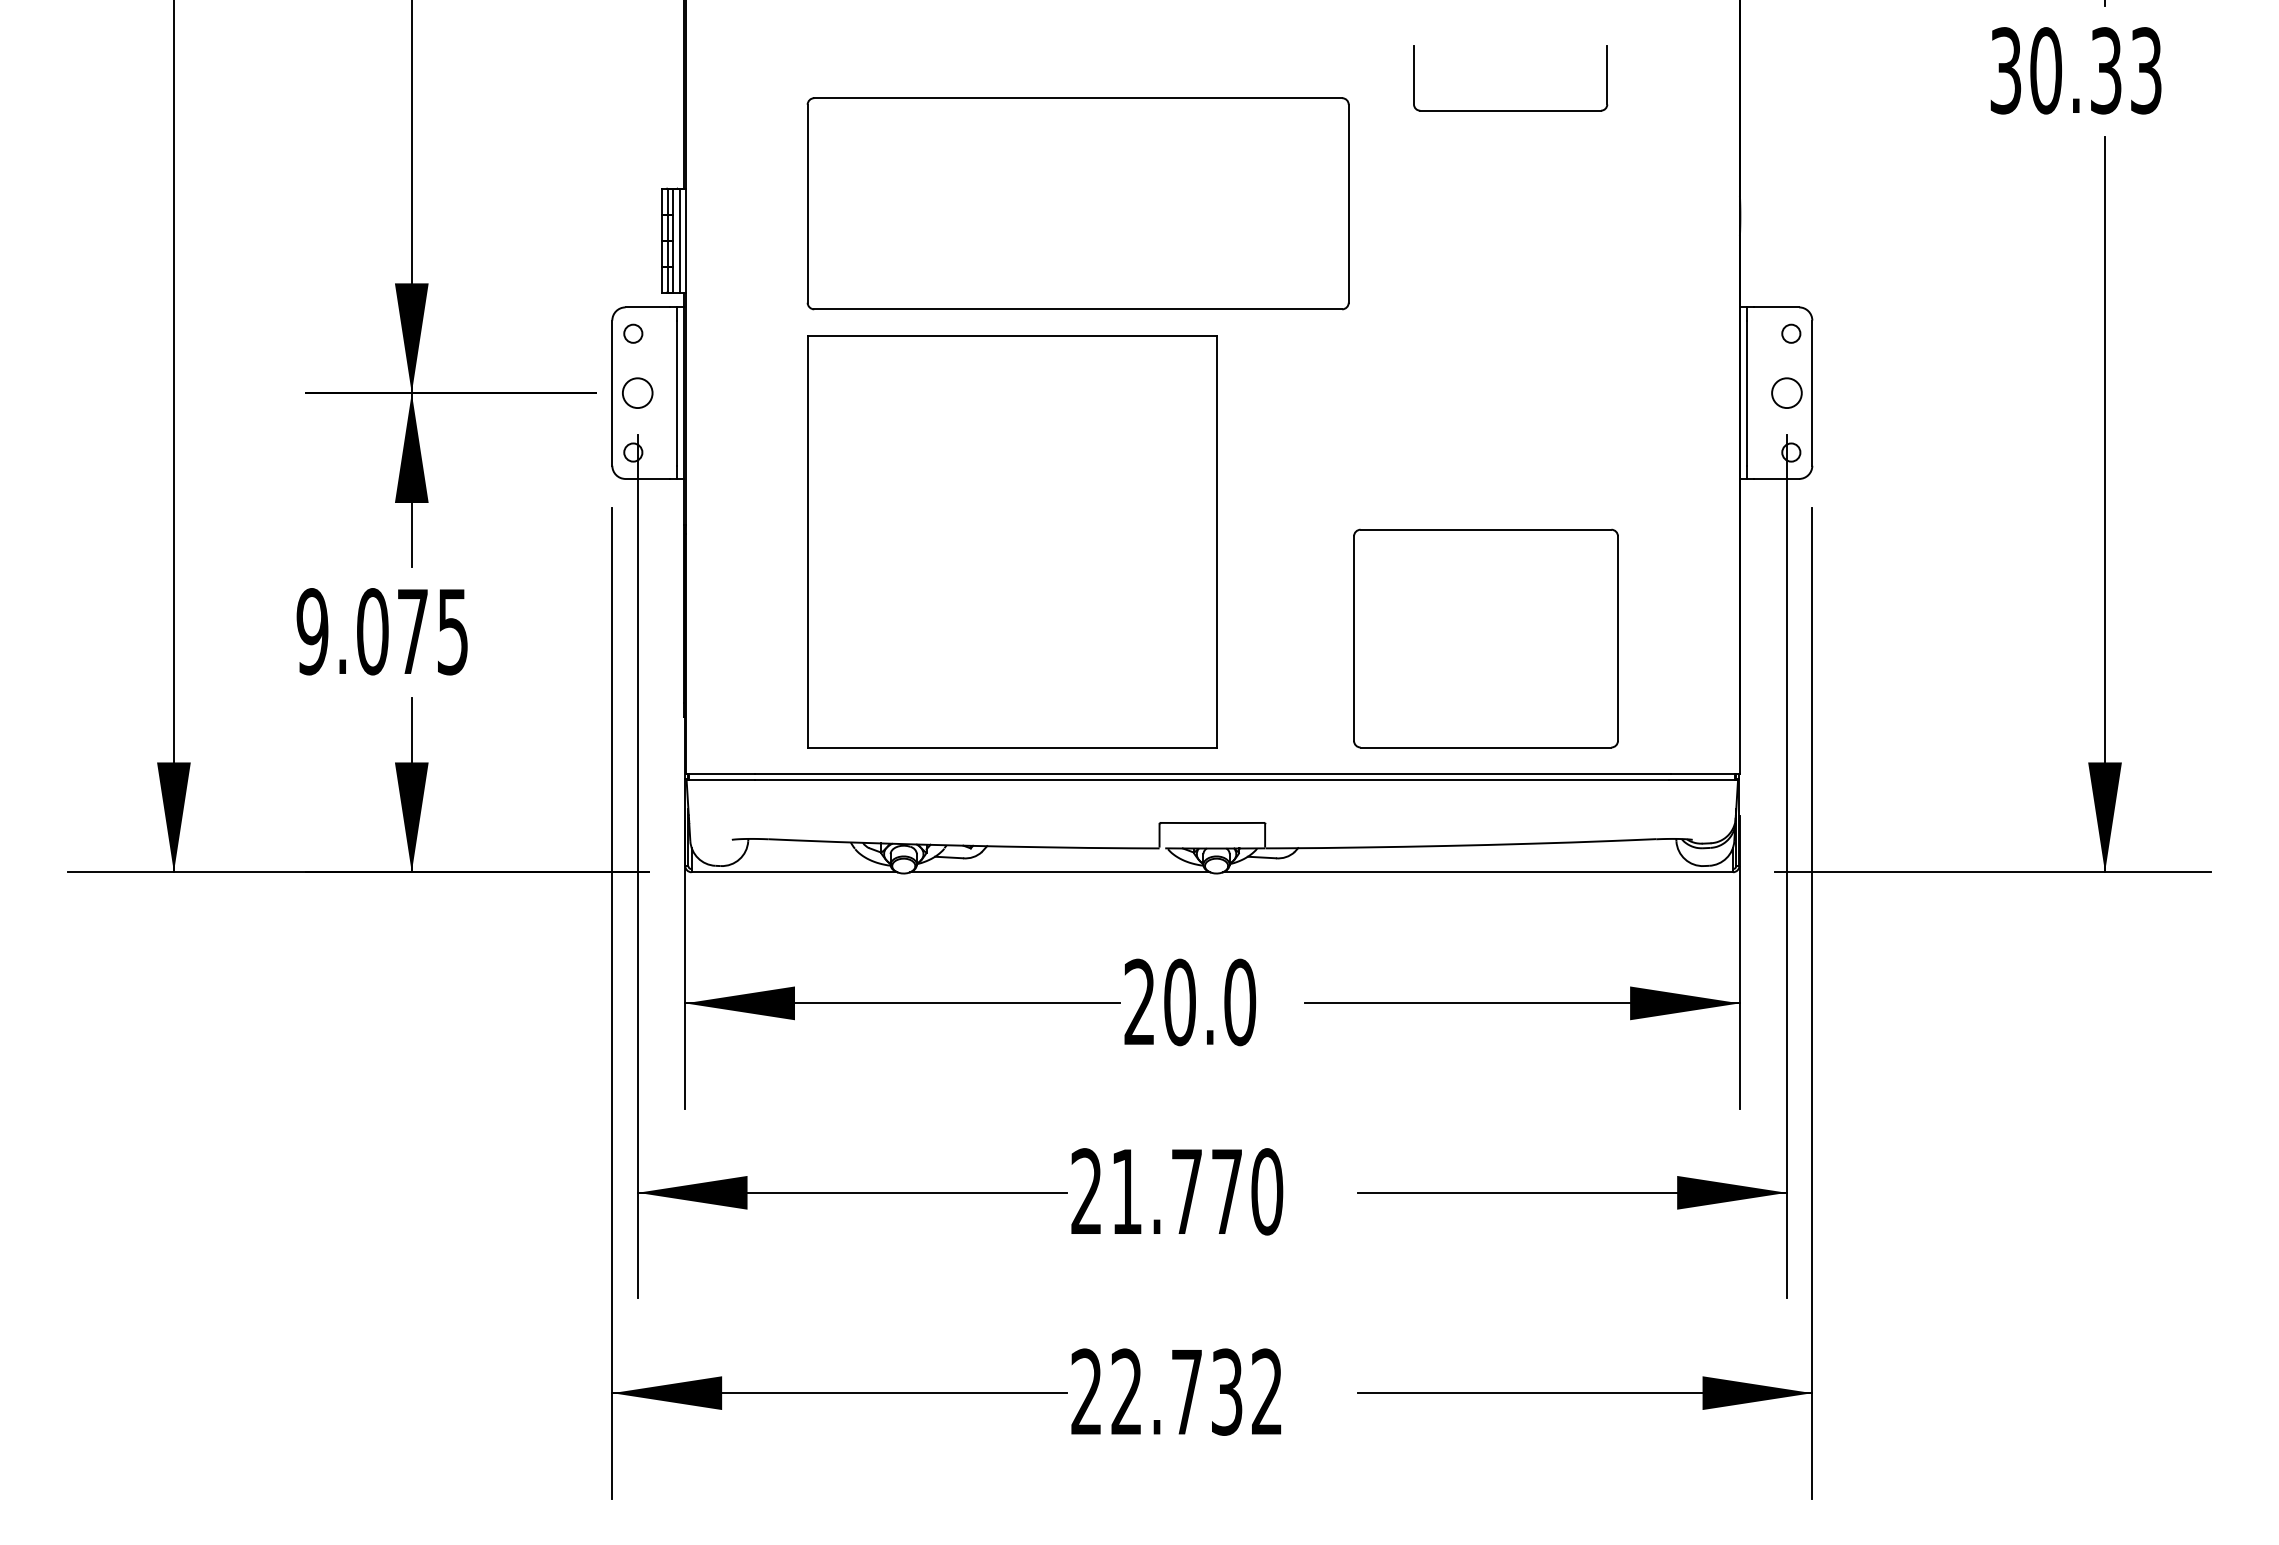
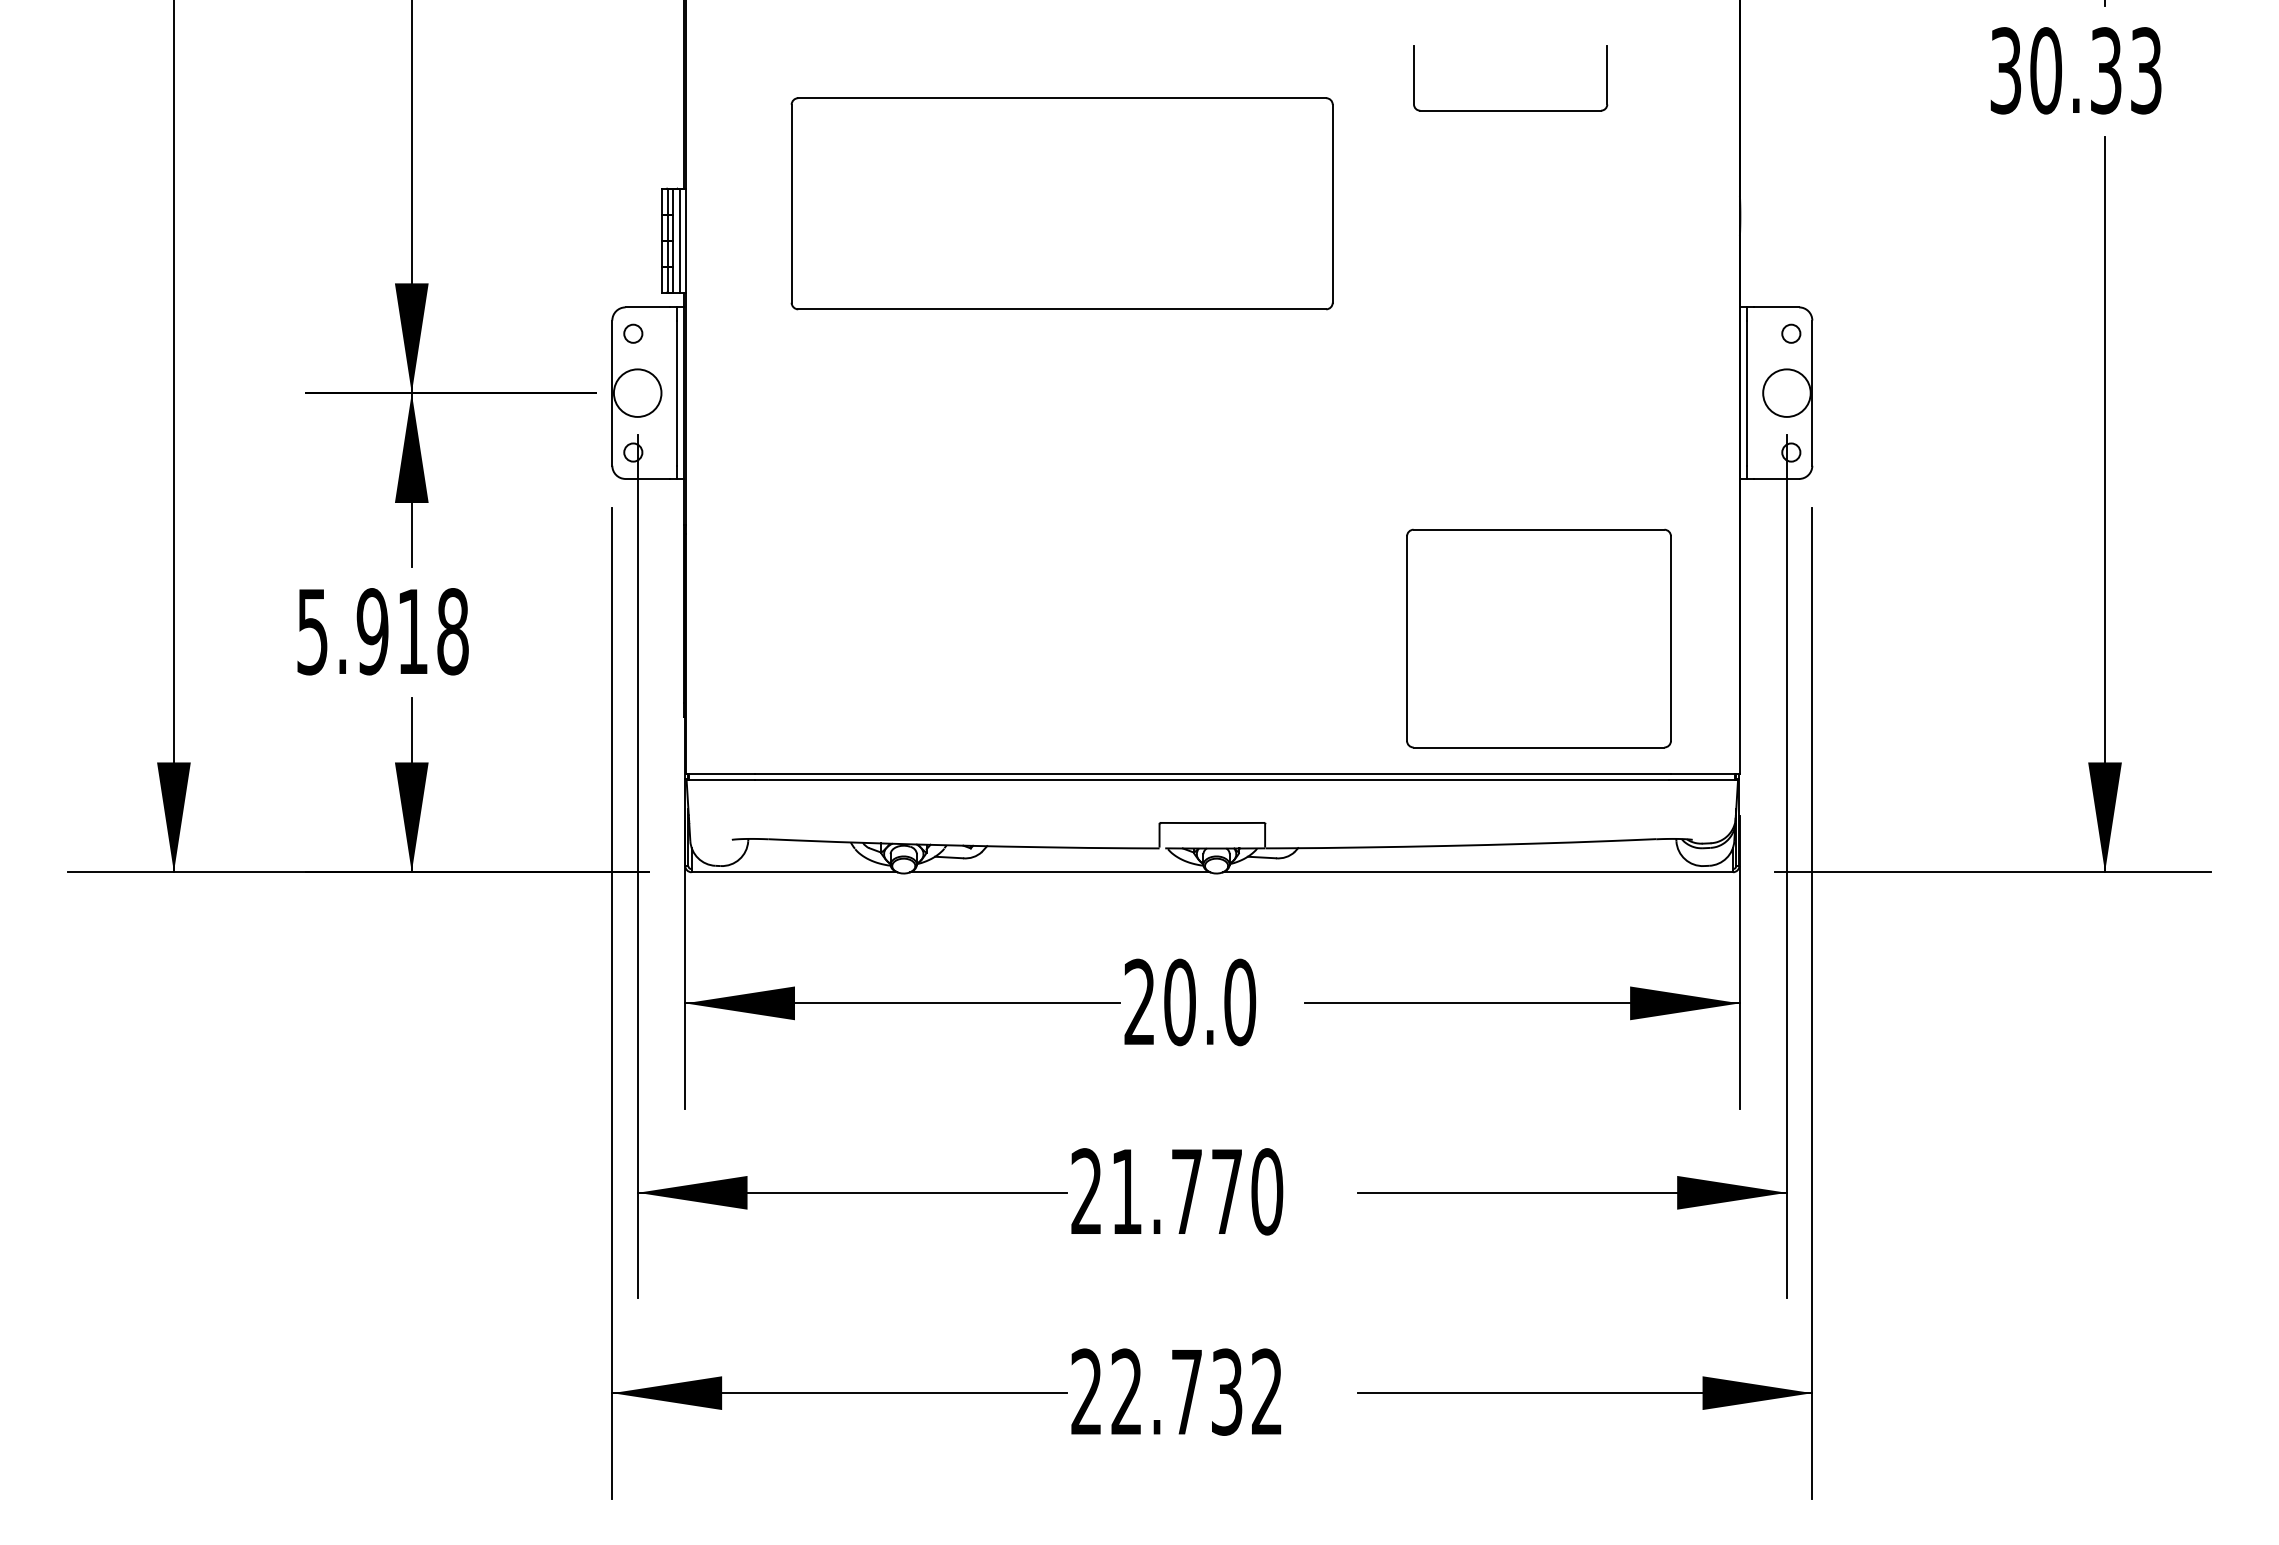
part at (1077, 203) position: (1077, 203) -> (1061, 203)
circle at (637, 393) diameter: 30 px -> 48 px
circle at (1786, 393) diameter: 30 px -> 48 px
part at (1012, 541): present -> none
text at (382, 631): 9.075 -> 5.918
part at (1485, 638) position: (1485, 638) -> (1538, 638)
